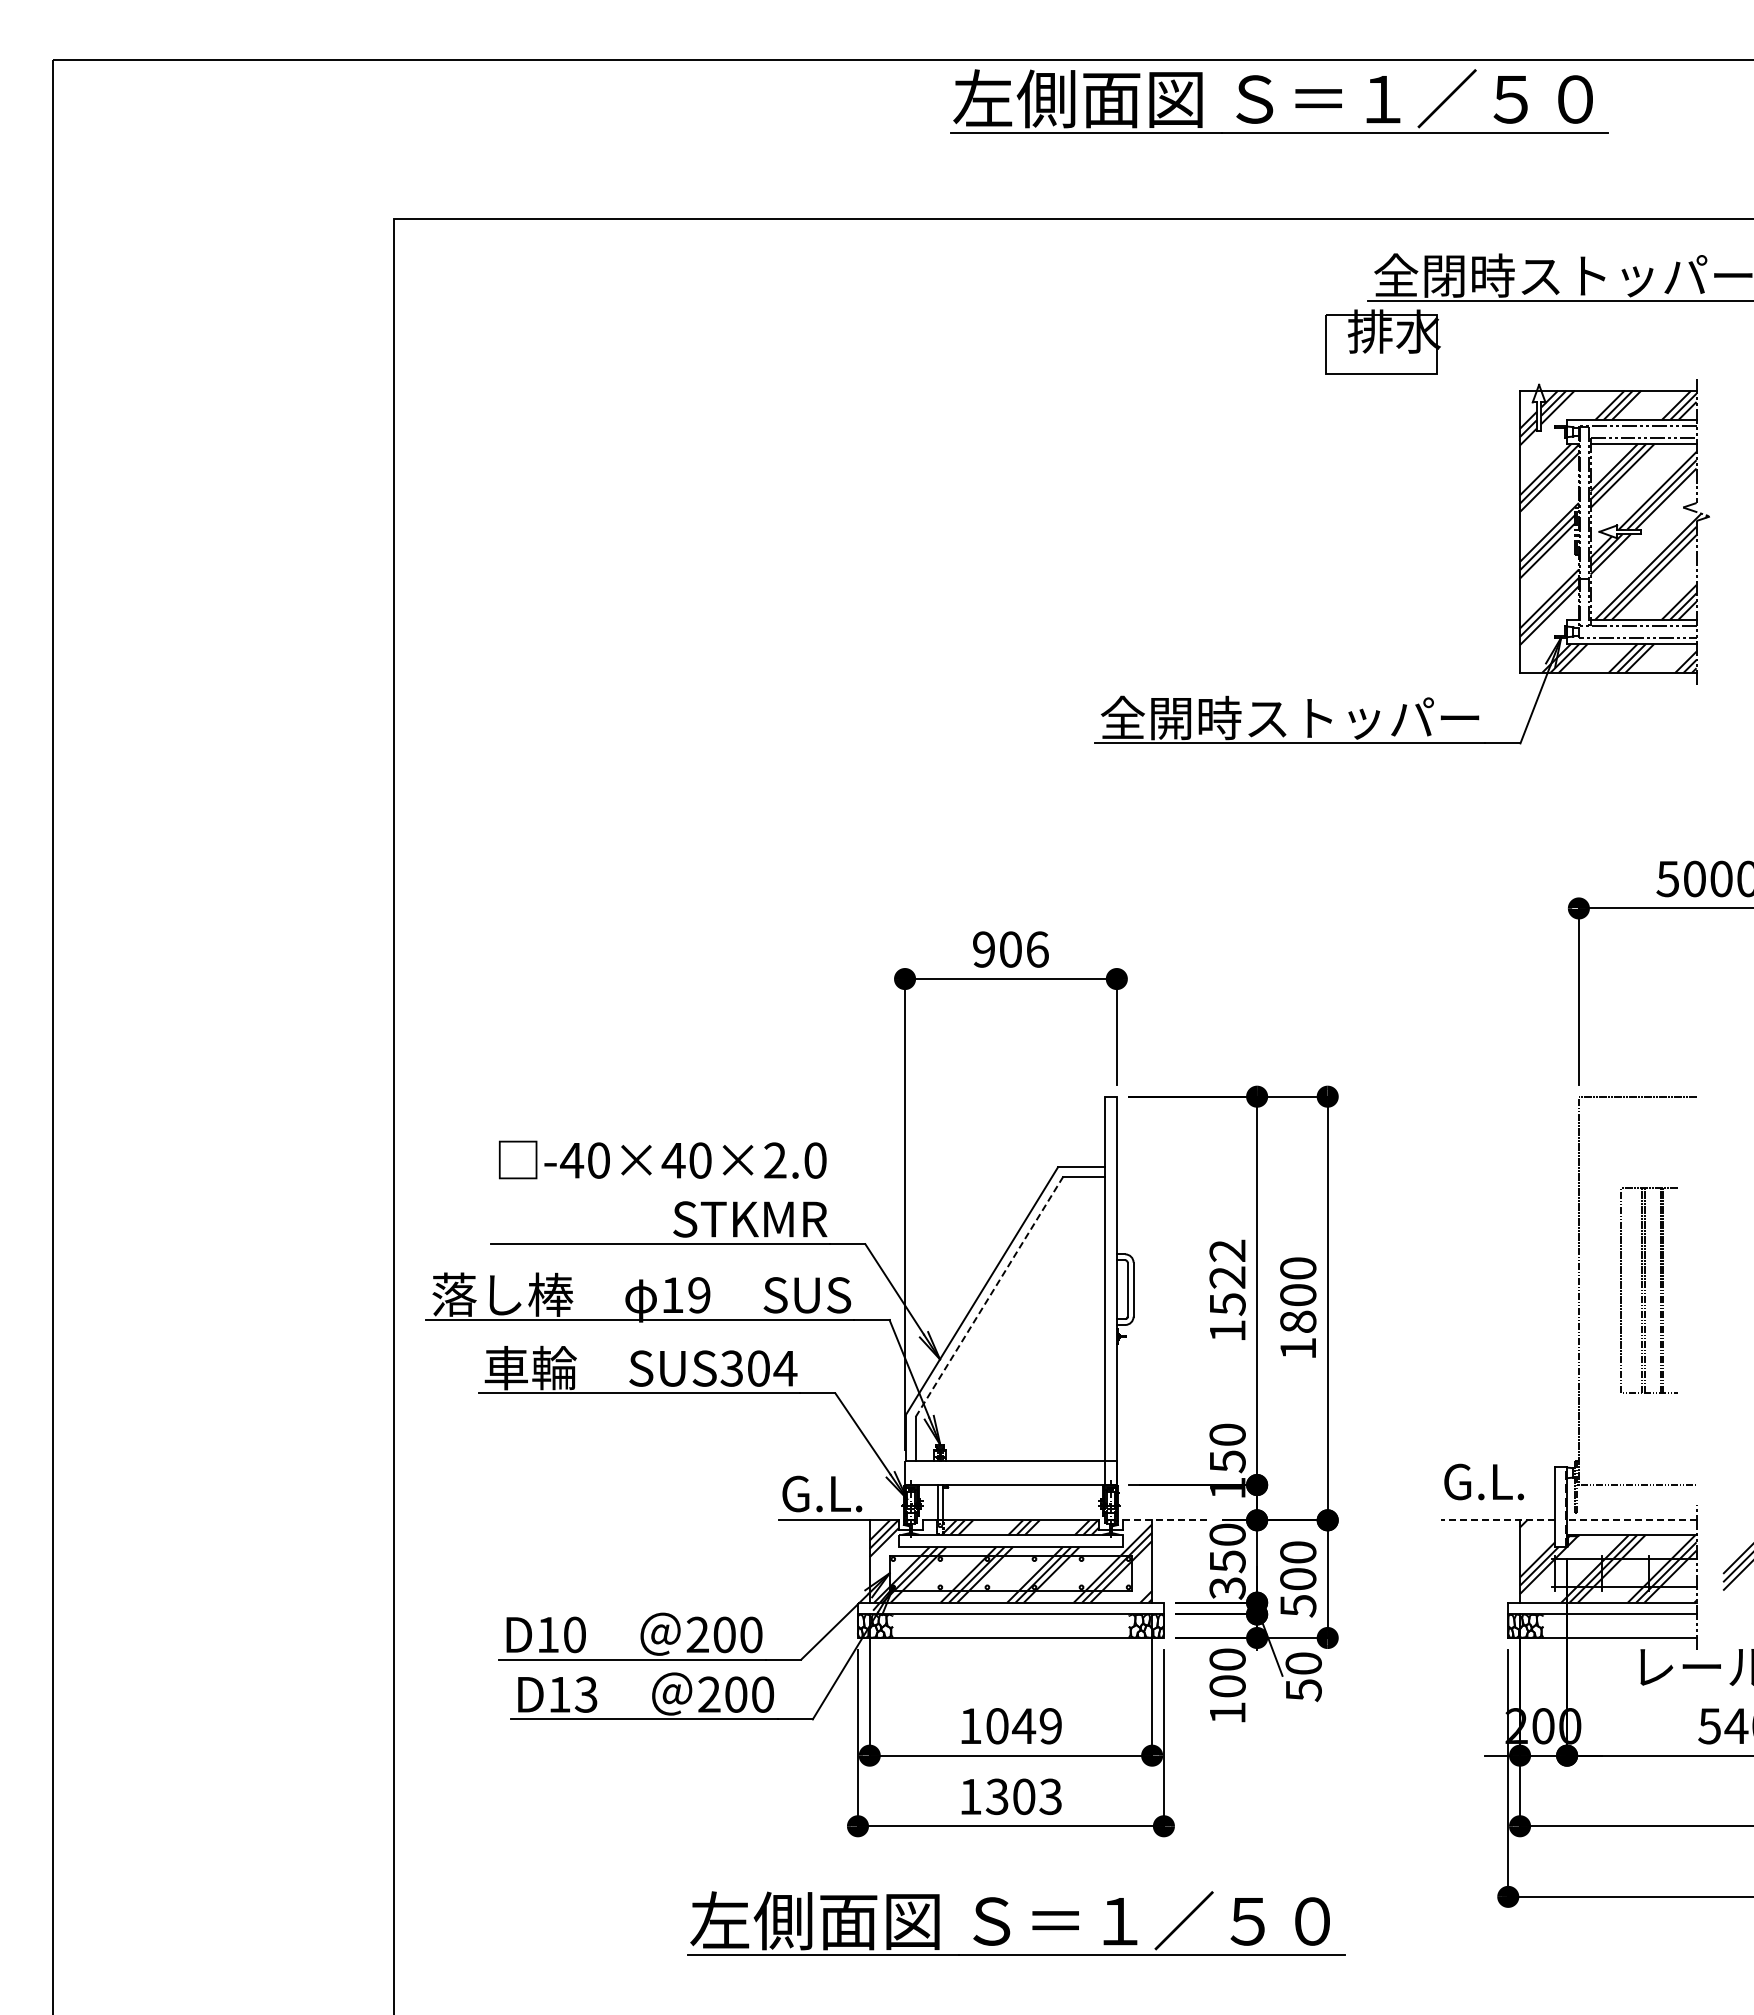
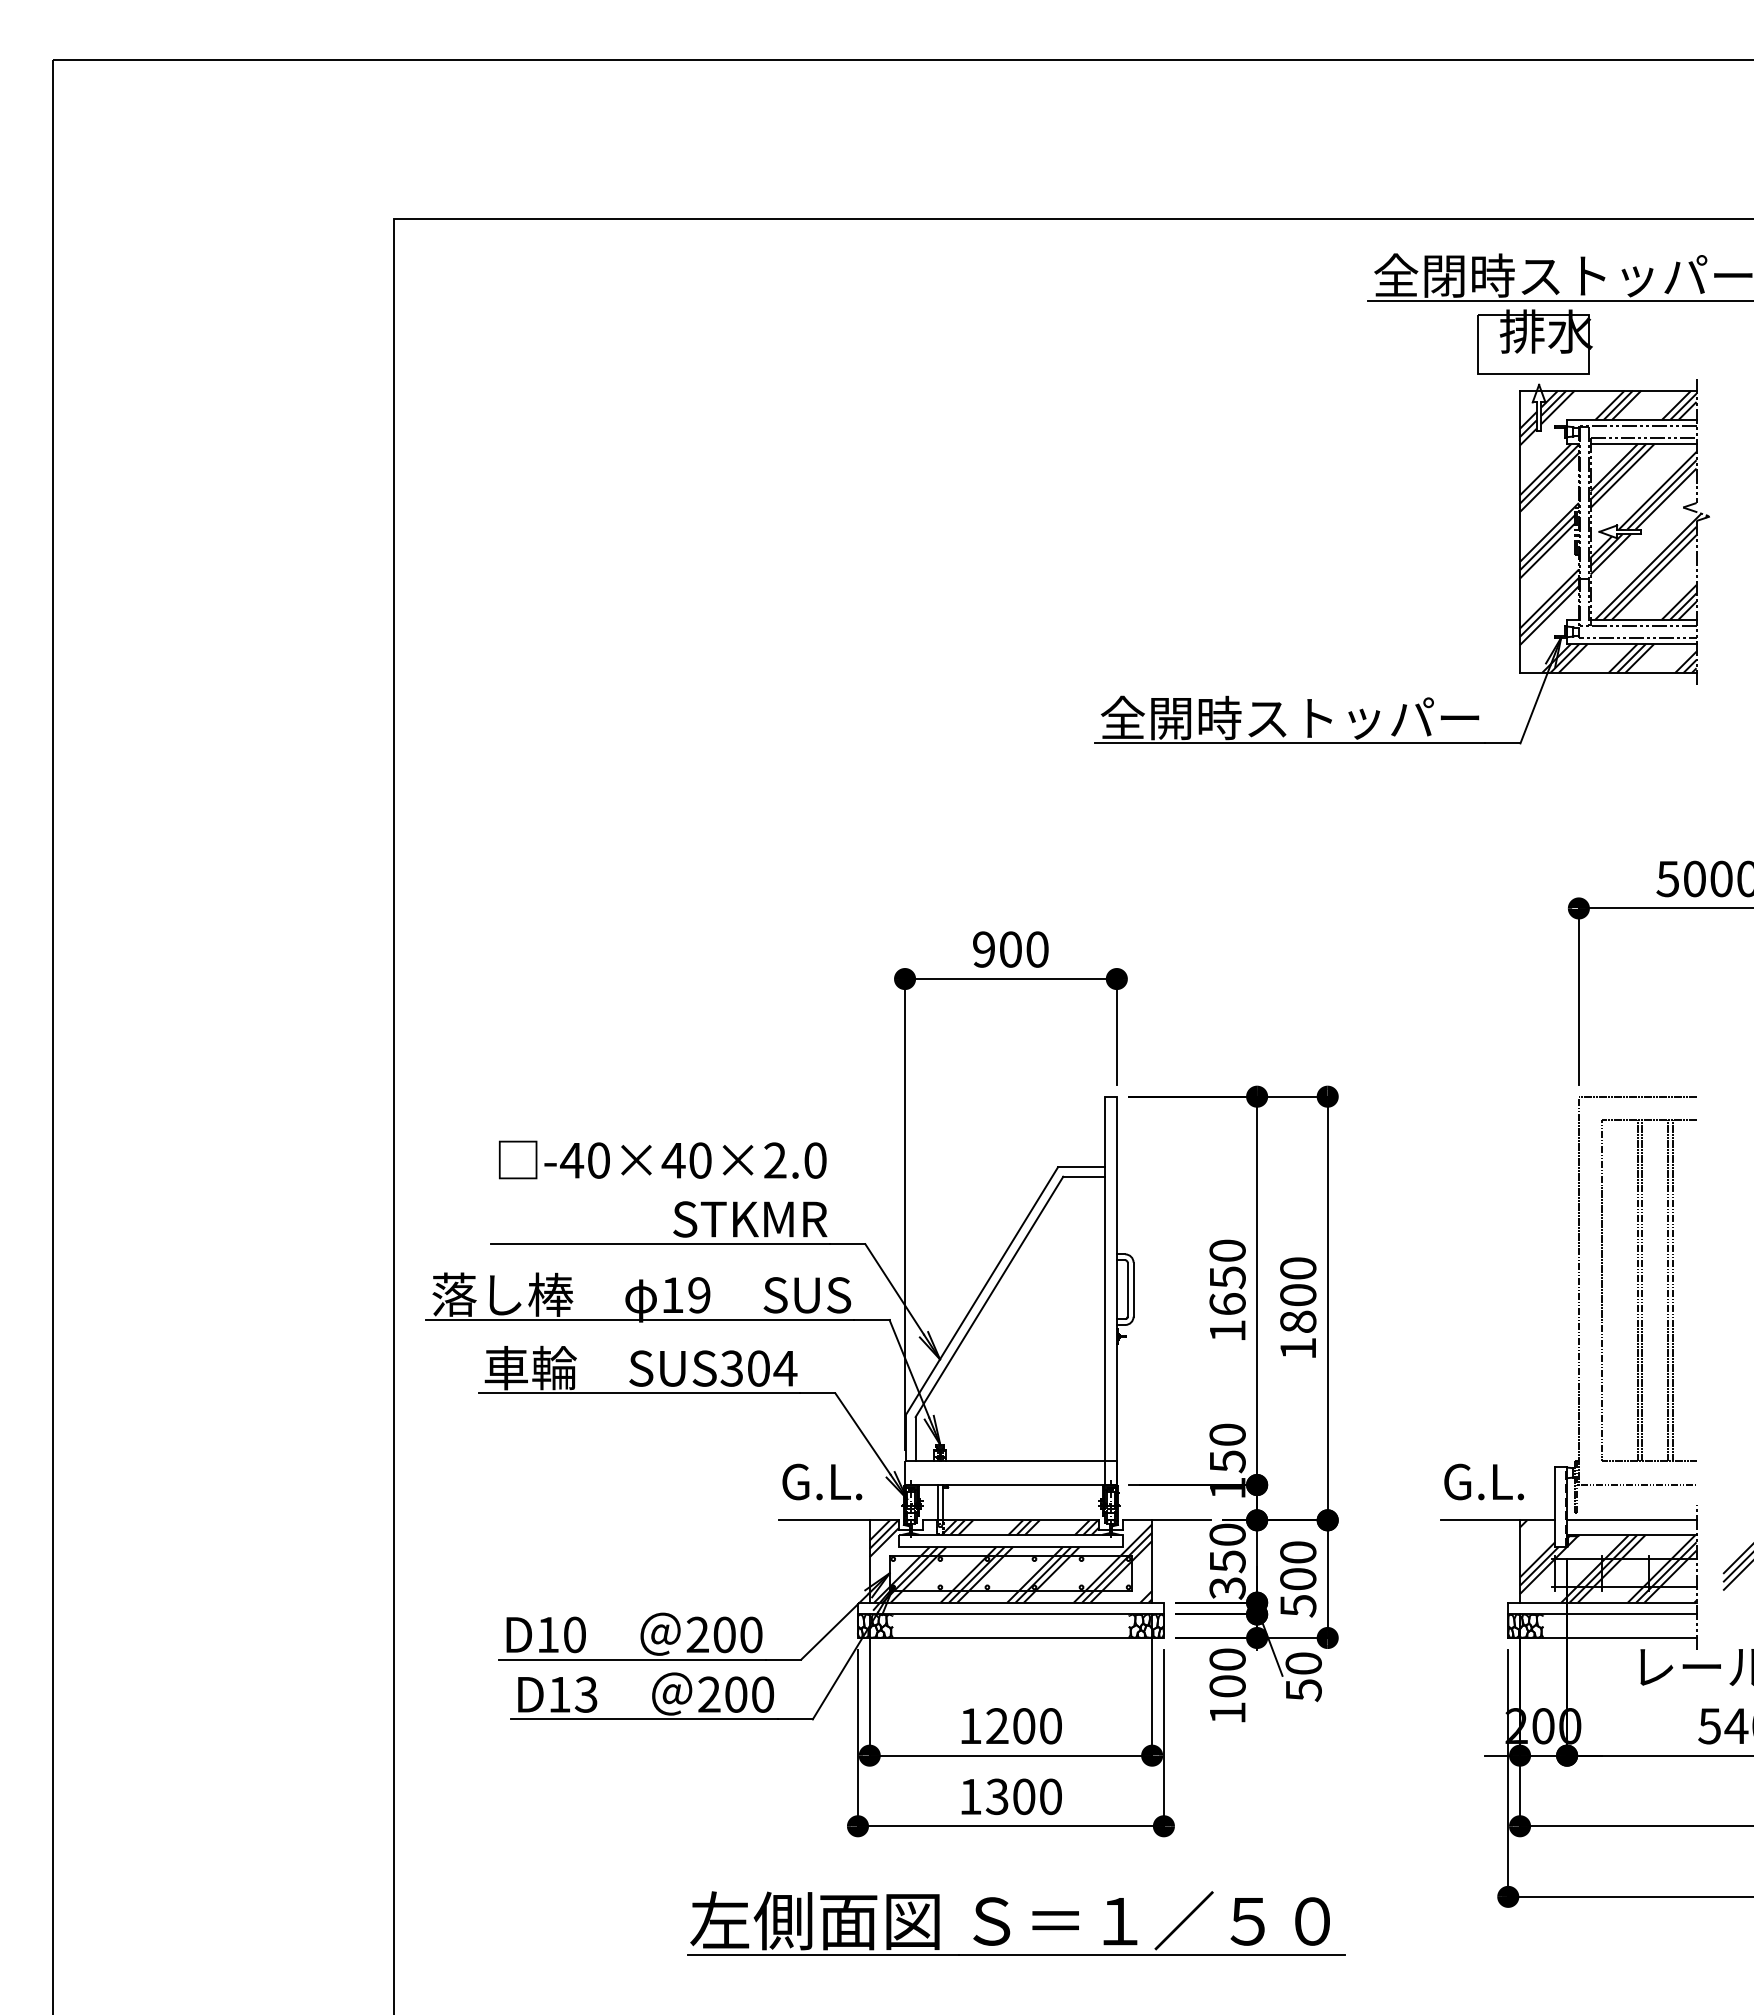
part at (1271, 104): present -> none
part at (1382, 341) position: (1382, 341) -> (1534, 341)
text at (1037, 949): 906 -> 900
text at (1227, 1277): 1522 -> 1650
part at (1648, 1290) size: 58x207 px -> 96x343 px
line at (989, 1297): dashed -> solid
text at (822, 1493) position: (822, 1493) -> (822, 1481)
line at (1167, 1520): dashed -> solid
line at (1497, 1520): dashed -> solid
line at (1631, 1520): dashed -> solid
text at (1023, 1726): 1049 -> 1200
text at (1050, 1796): 1303 -> 1300
